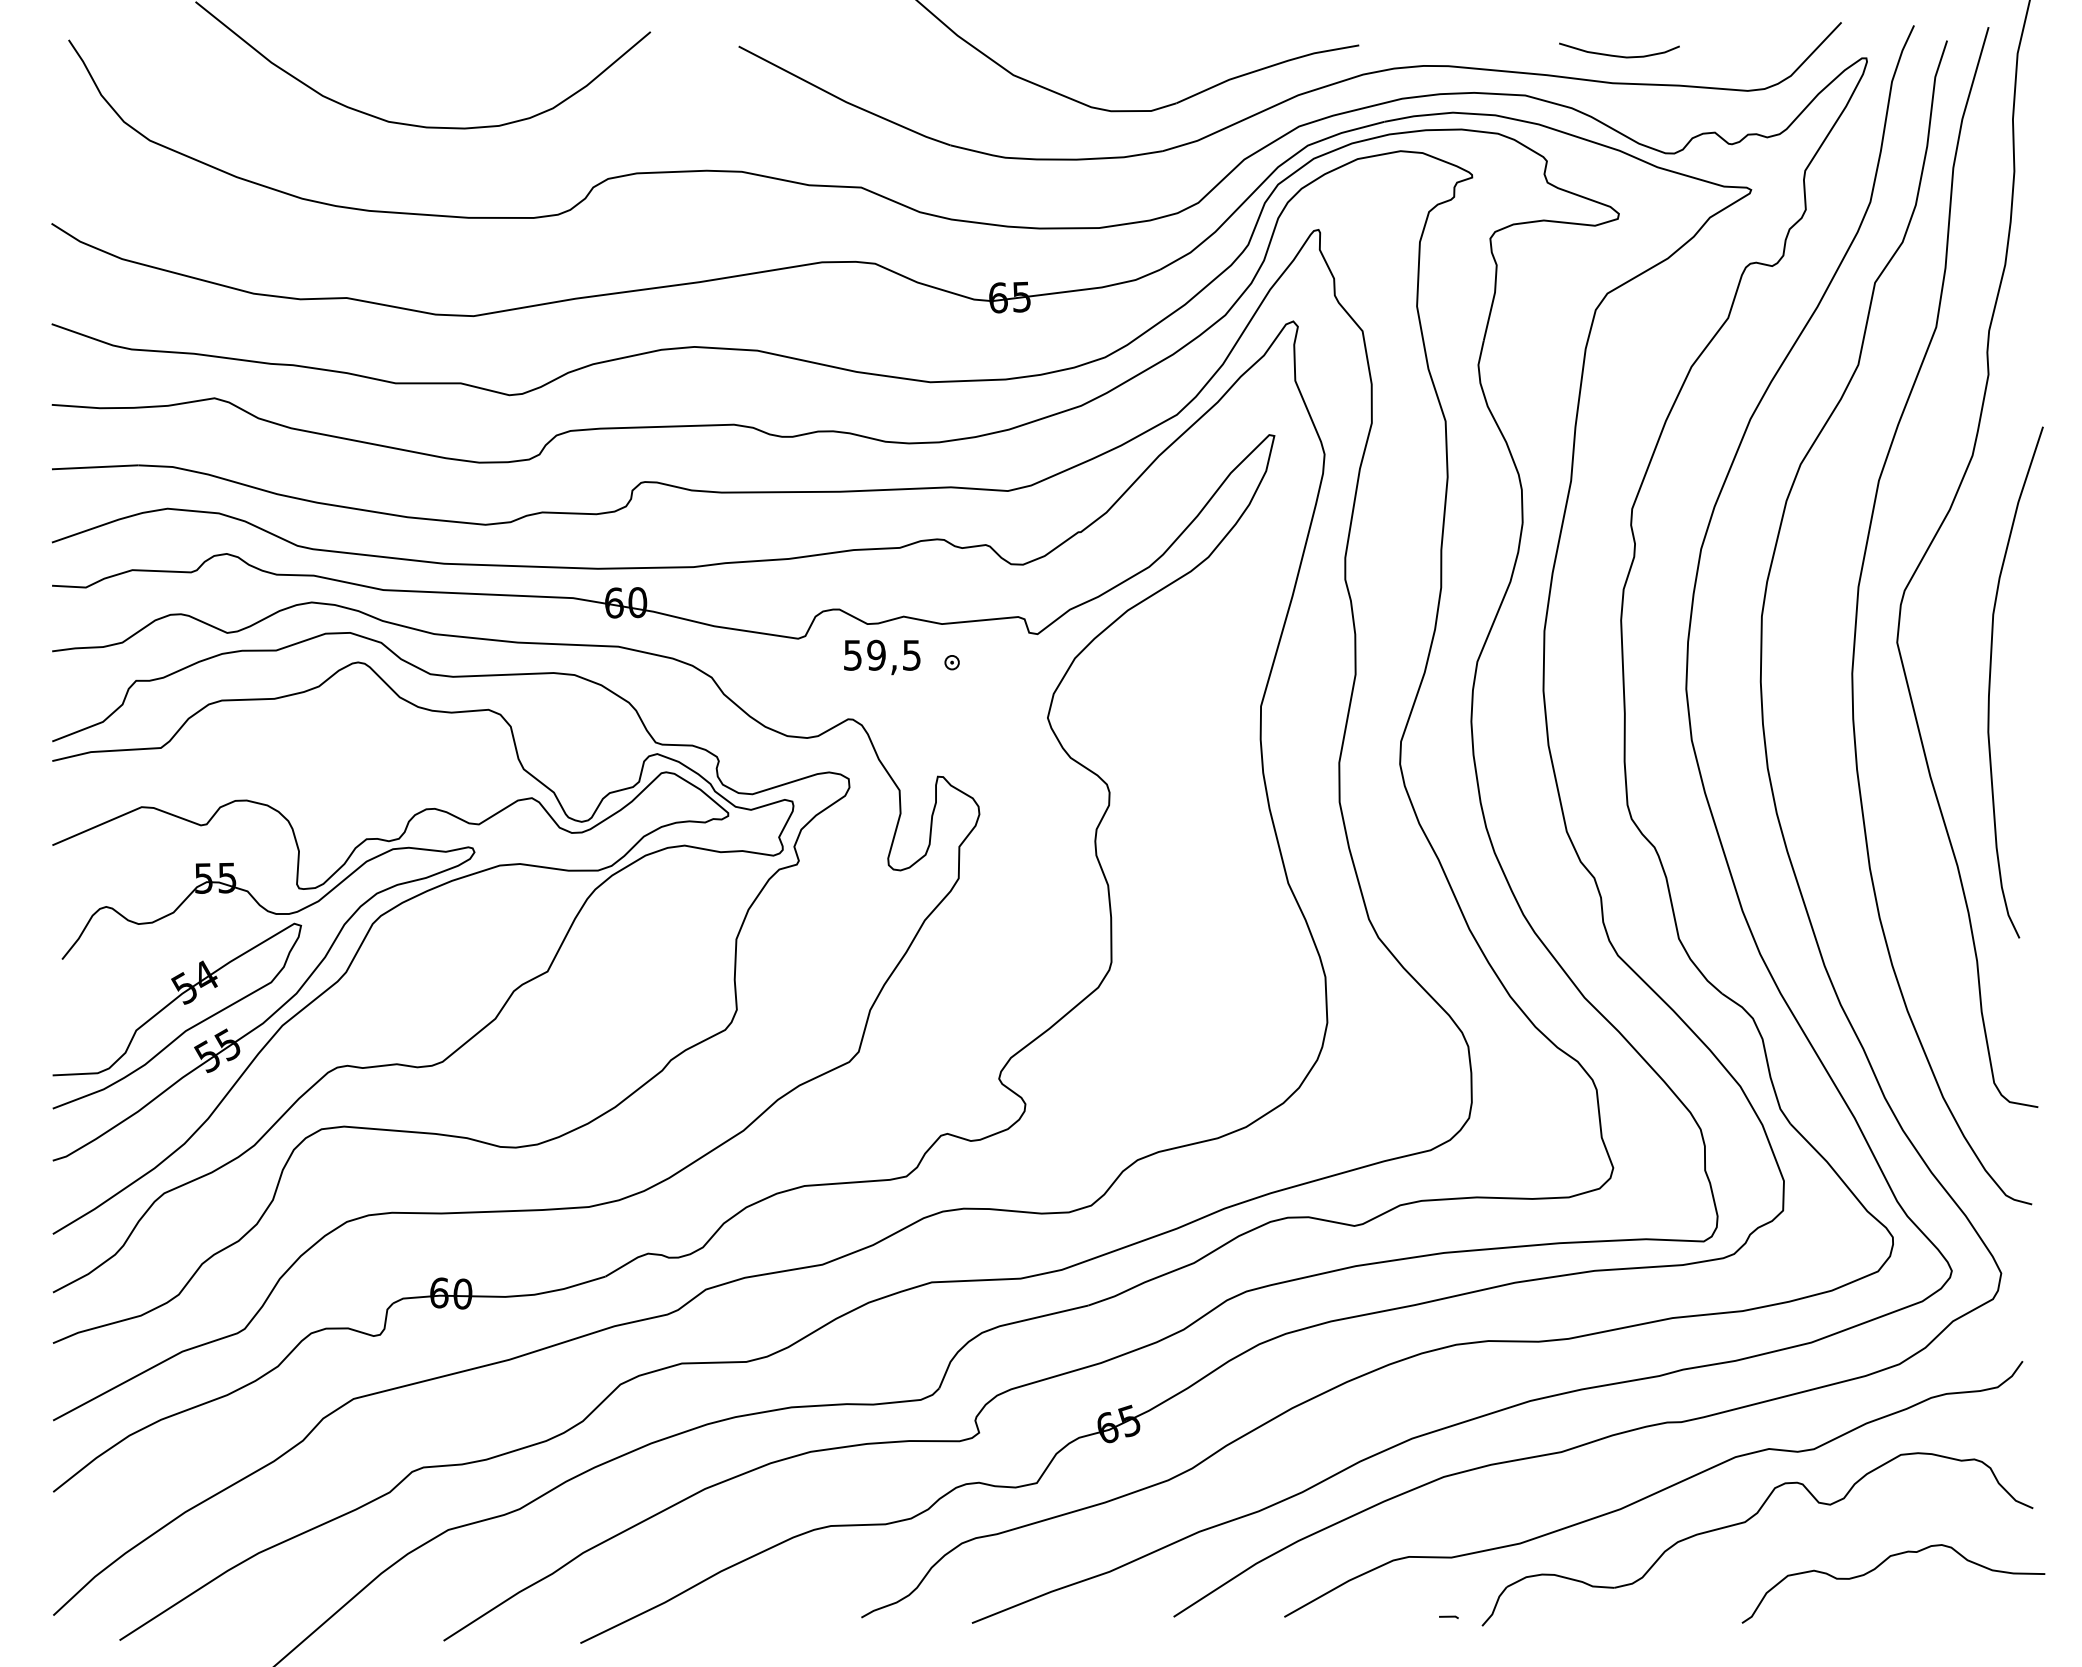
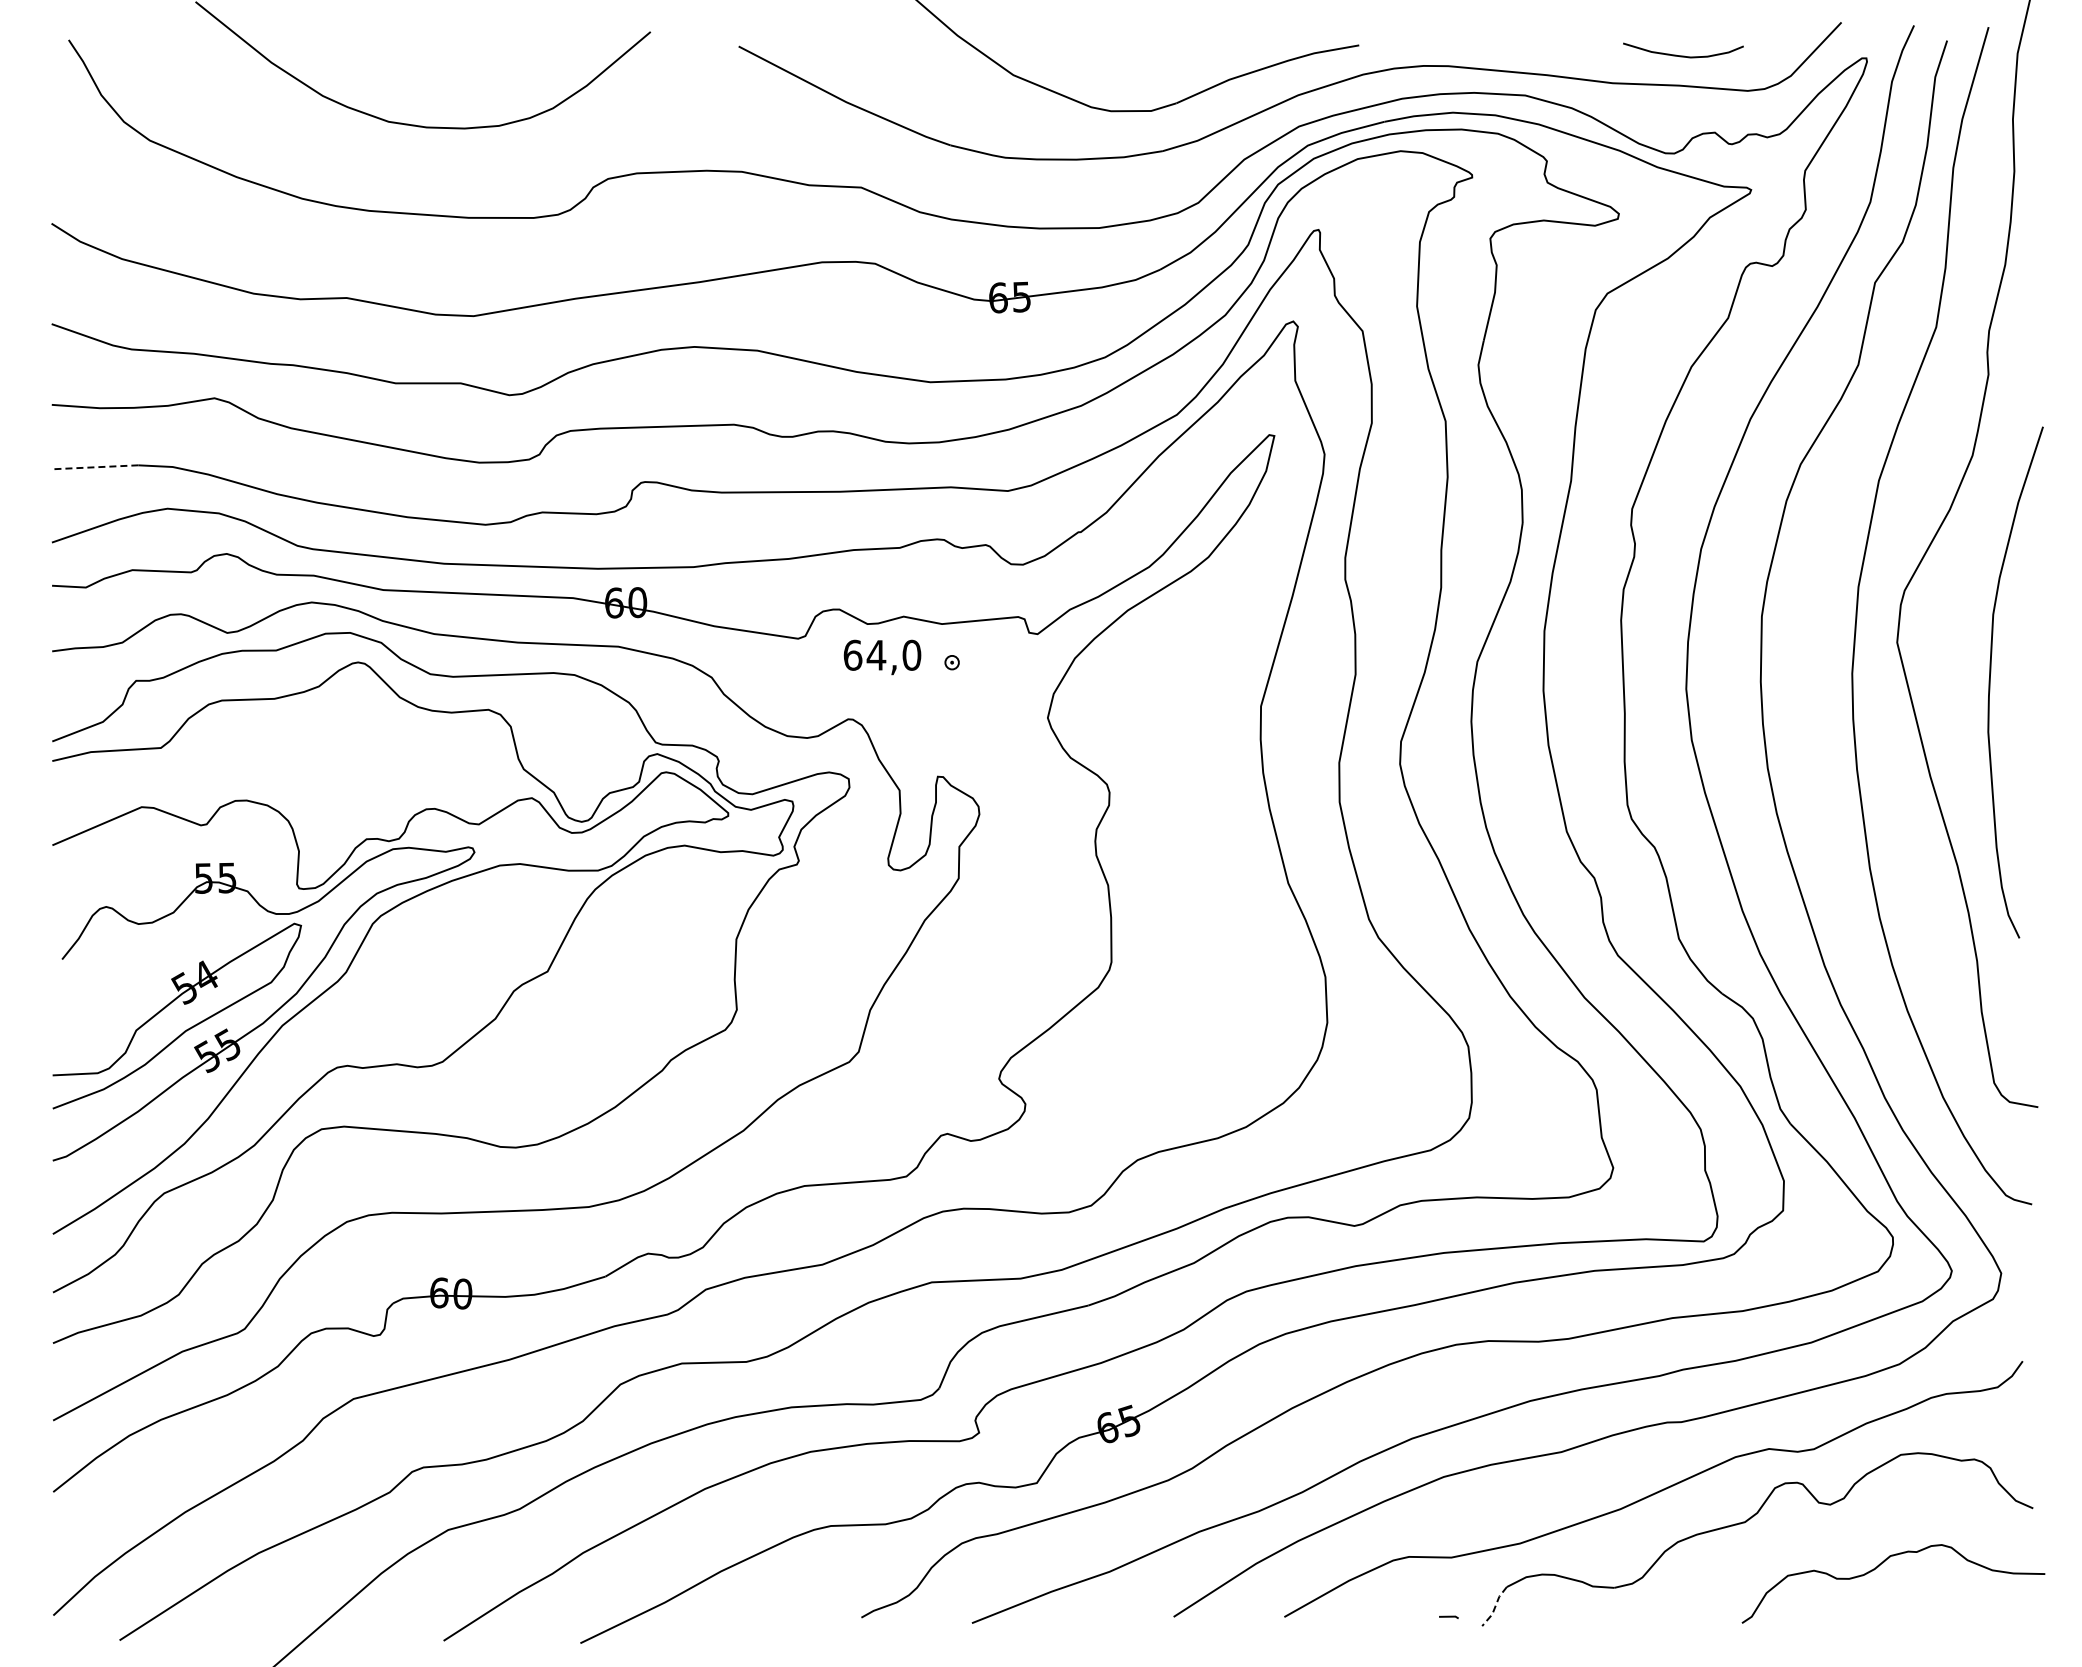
curve at (1619, 55) position: (1619, 55) -> (1683, 55)
line at (94, 467): solid -> dashed
text at (882, 654): 59,5 -> 64,0
line at (1495, 1607): solid -> dashed
